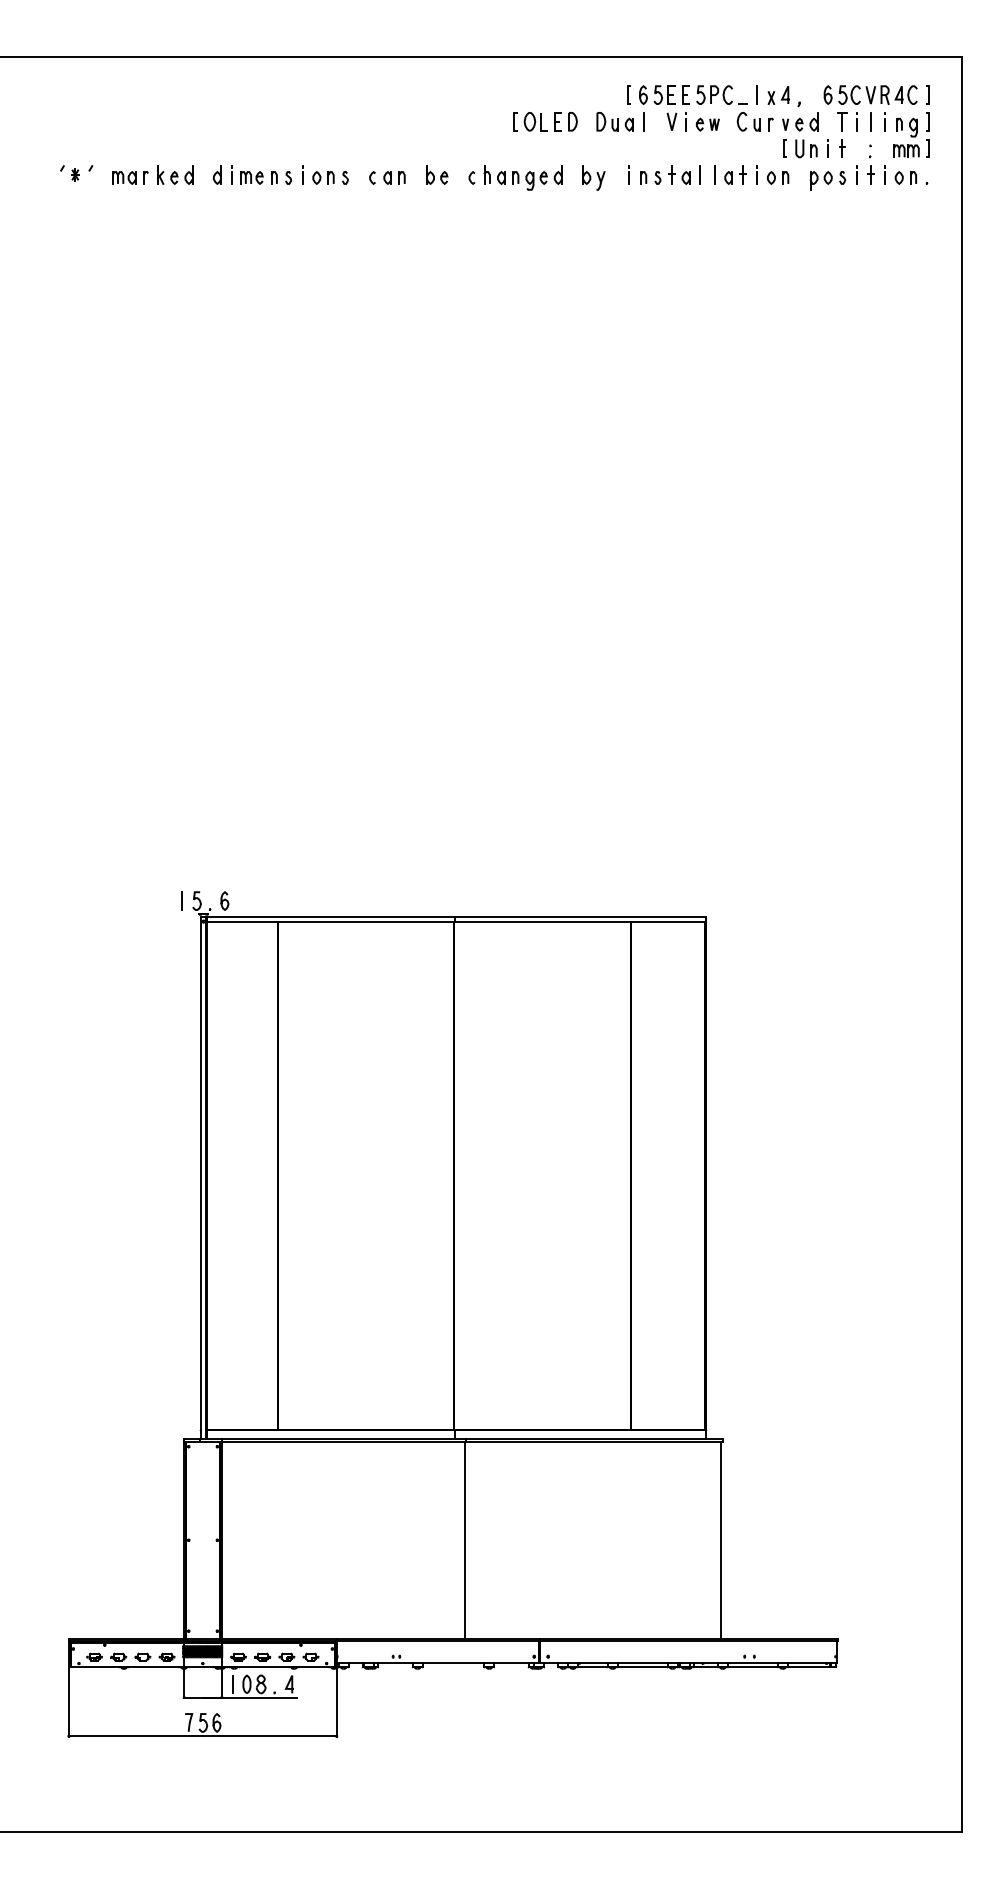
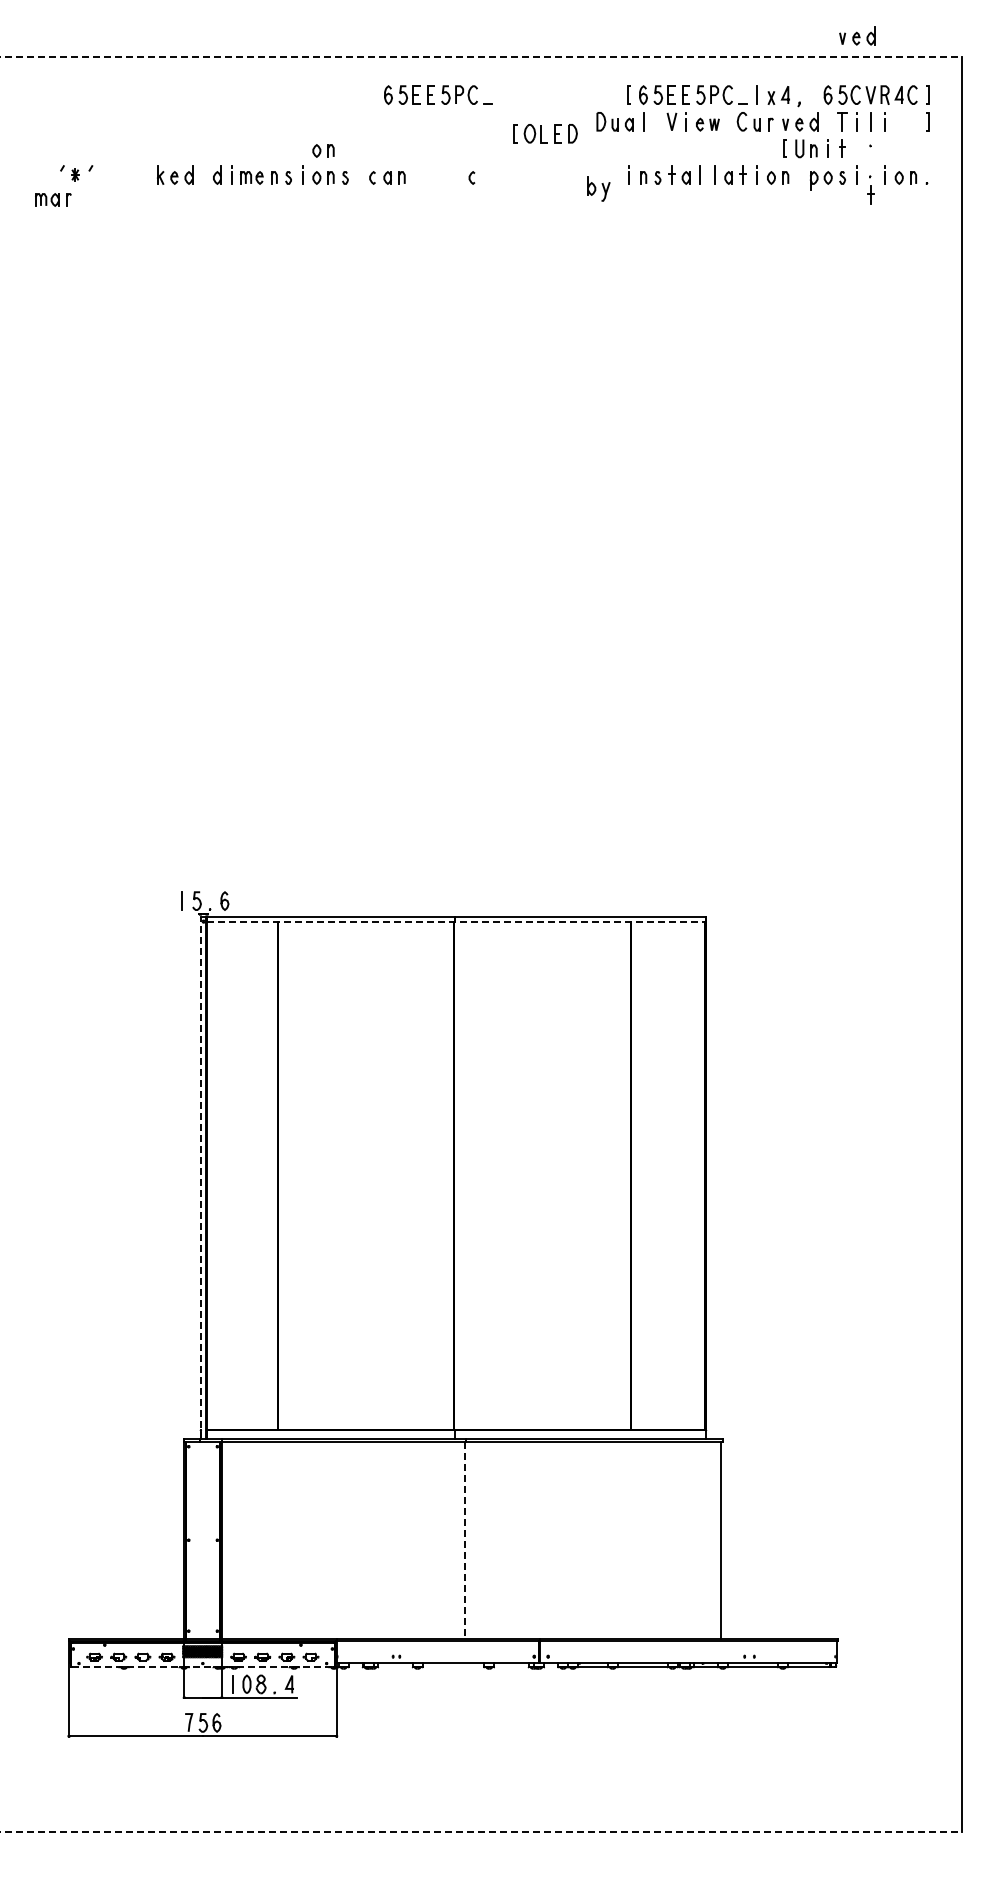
part at (857, 35): none -> present
line at (481, 56): solid -> dashed
part at (438, 94): none -> present
part at (545, 121) position: (545, 121) -> (545, 133)
part at (911, 137): present -> none
part at (323, 150): none -> present
part at (870, 169) position: (870, 169) -> (870, 189)
part at (437, 174): present -> none
part at (130, 177) position: (130, 177) -> (53, 199)
part at (522, 177): present -> none
part at (593, 177) position: (593, 177) -> (598, 188)
line at (456, 922): solid -> dashed
line at (200, 1177): solid -> dashed
line at (464, 1540): solid -> dashed
line at (202, 1667): solid -> dashed
line at (481, 1832): solid -> dashed
